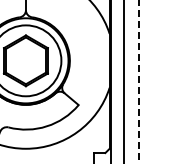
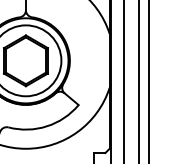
line at (139, 81): dashed -> solid
line at (149, 81): none -> present
